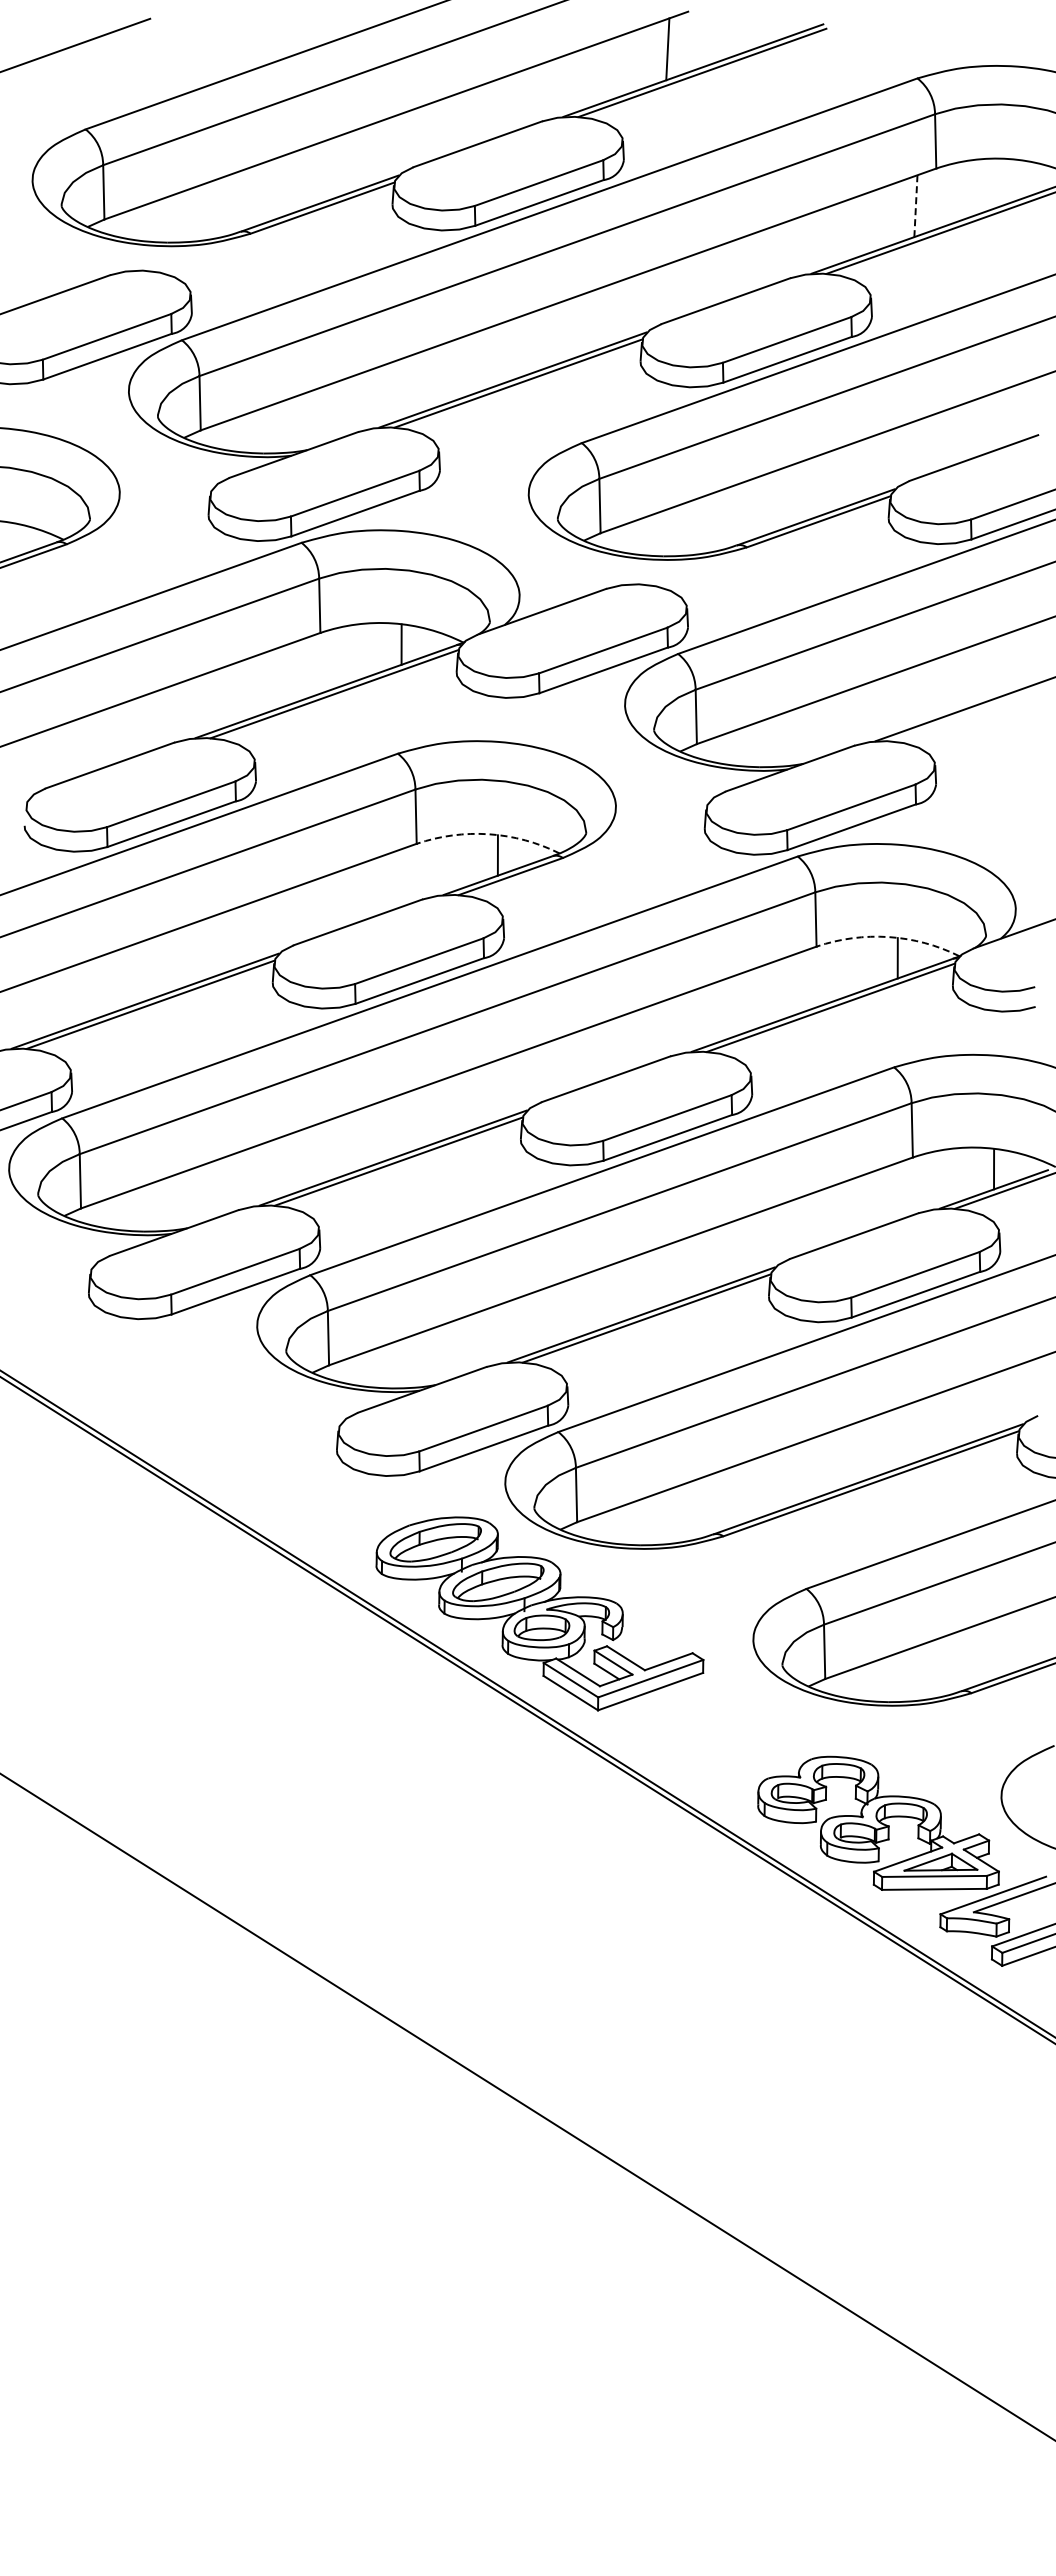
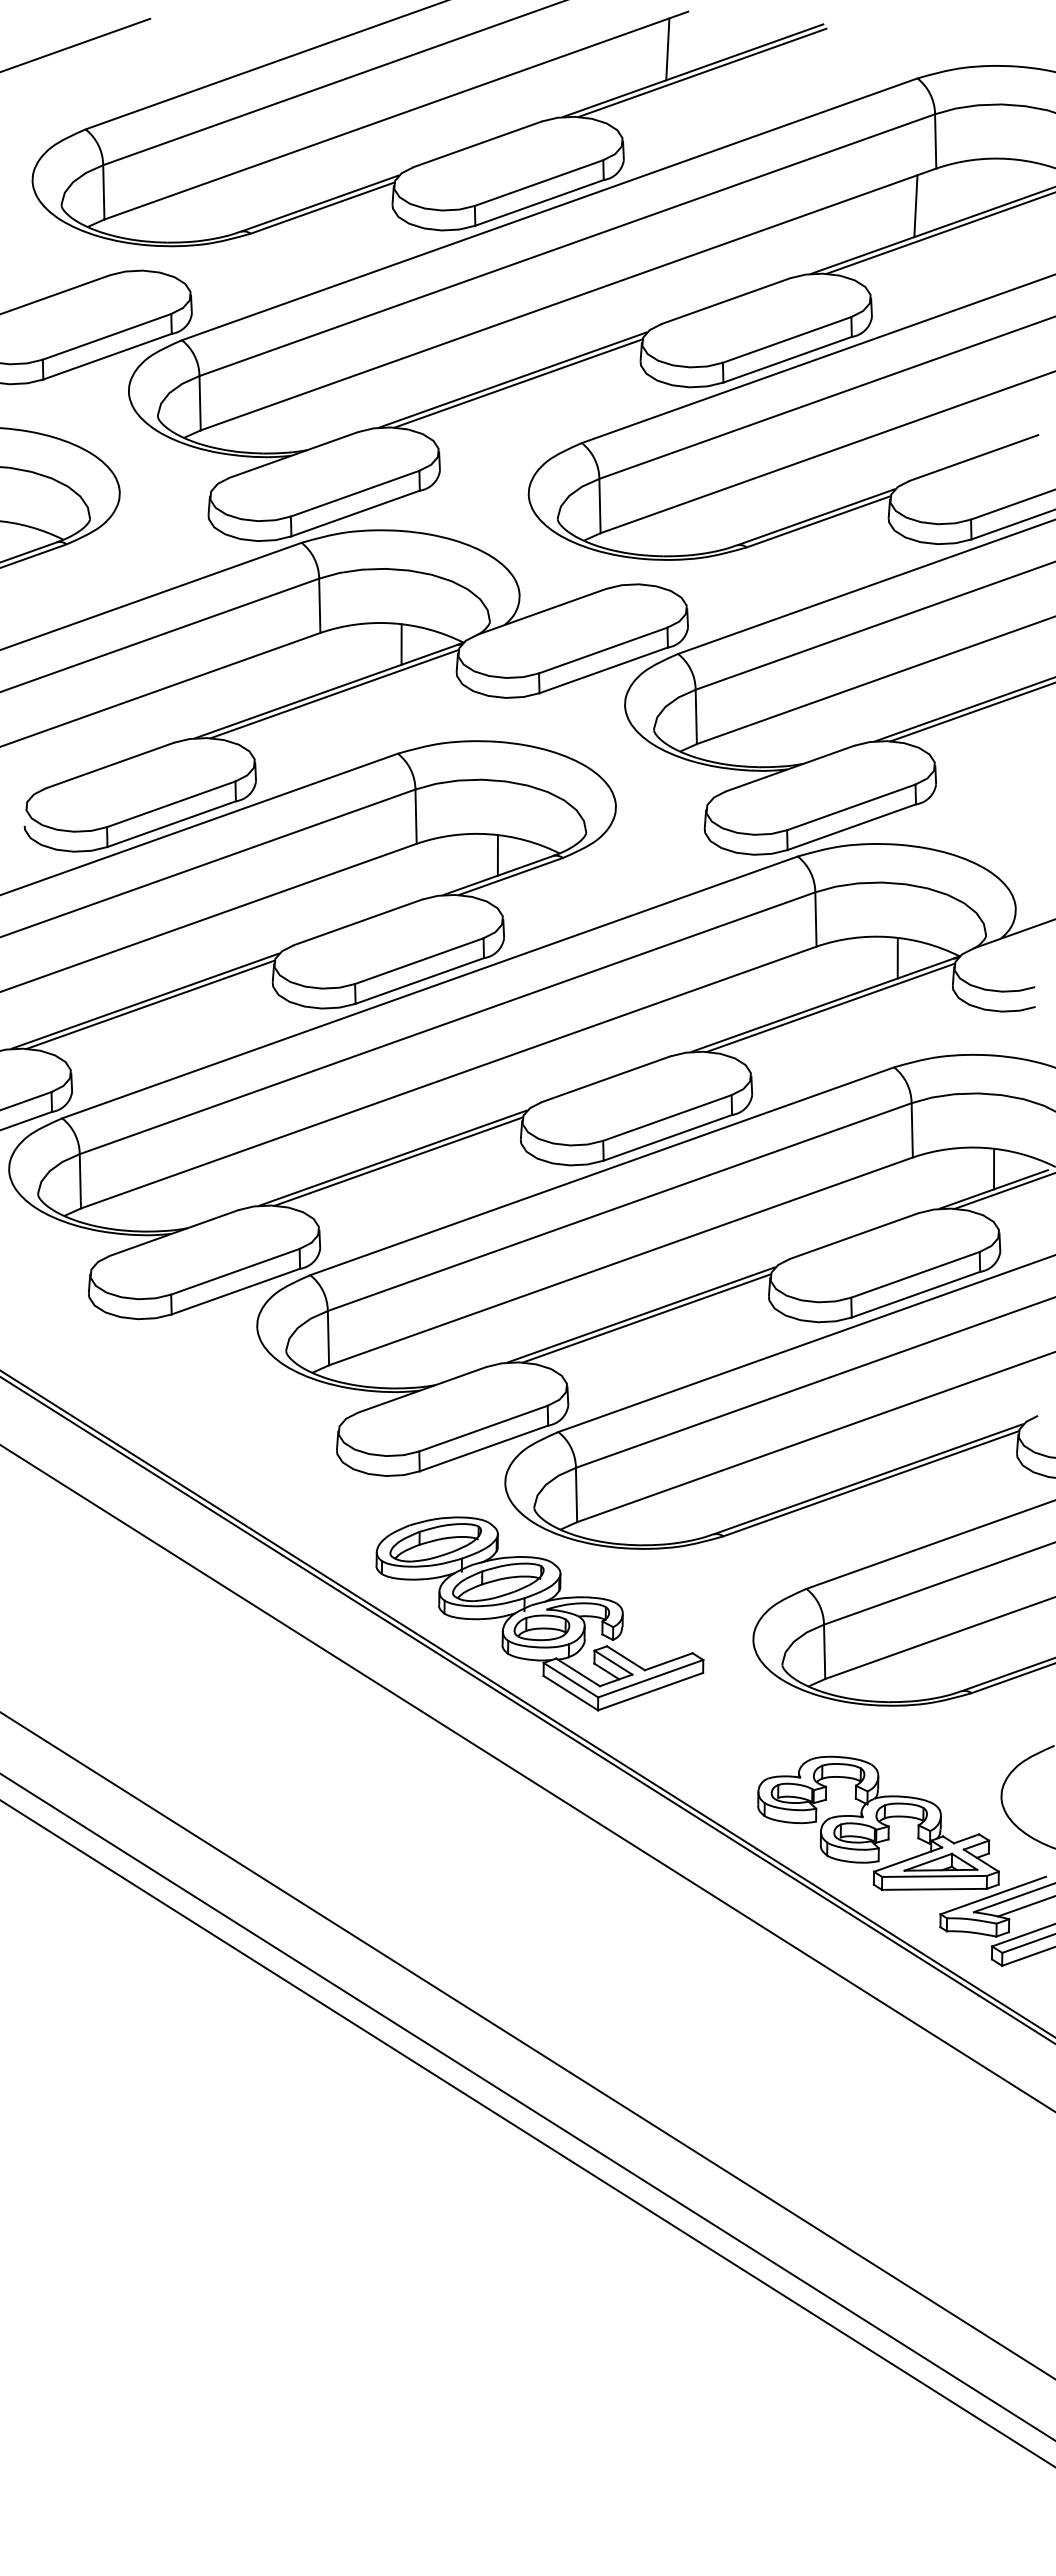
line at (915, 206): dashed -> solid
line at (971, 712): none -> present
arc at (489, 834): dashed -> solid
arc at (888, 937): dashed -> solid
line at (527, 1778): none -> present
line at (1025, 1906): none -> present
line at (527, 2045): none -> present
line at (527, 2133): none -> present
